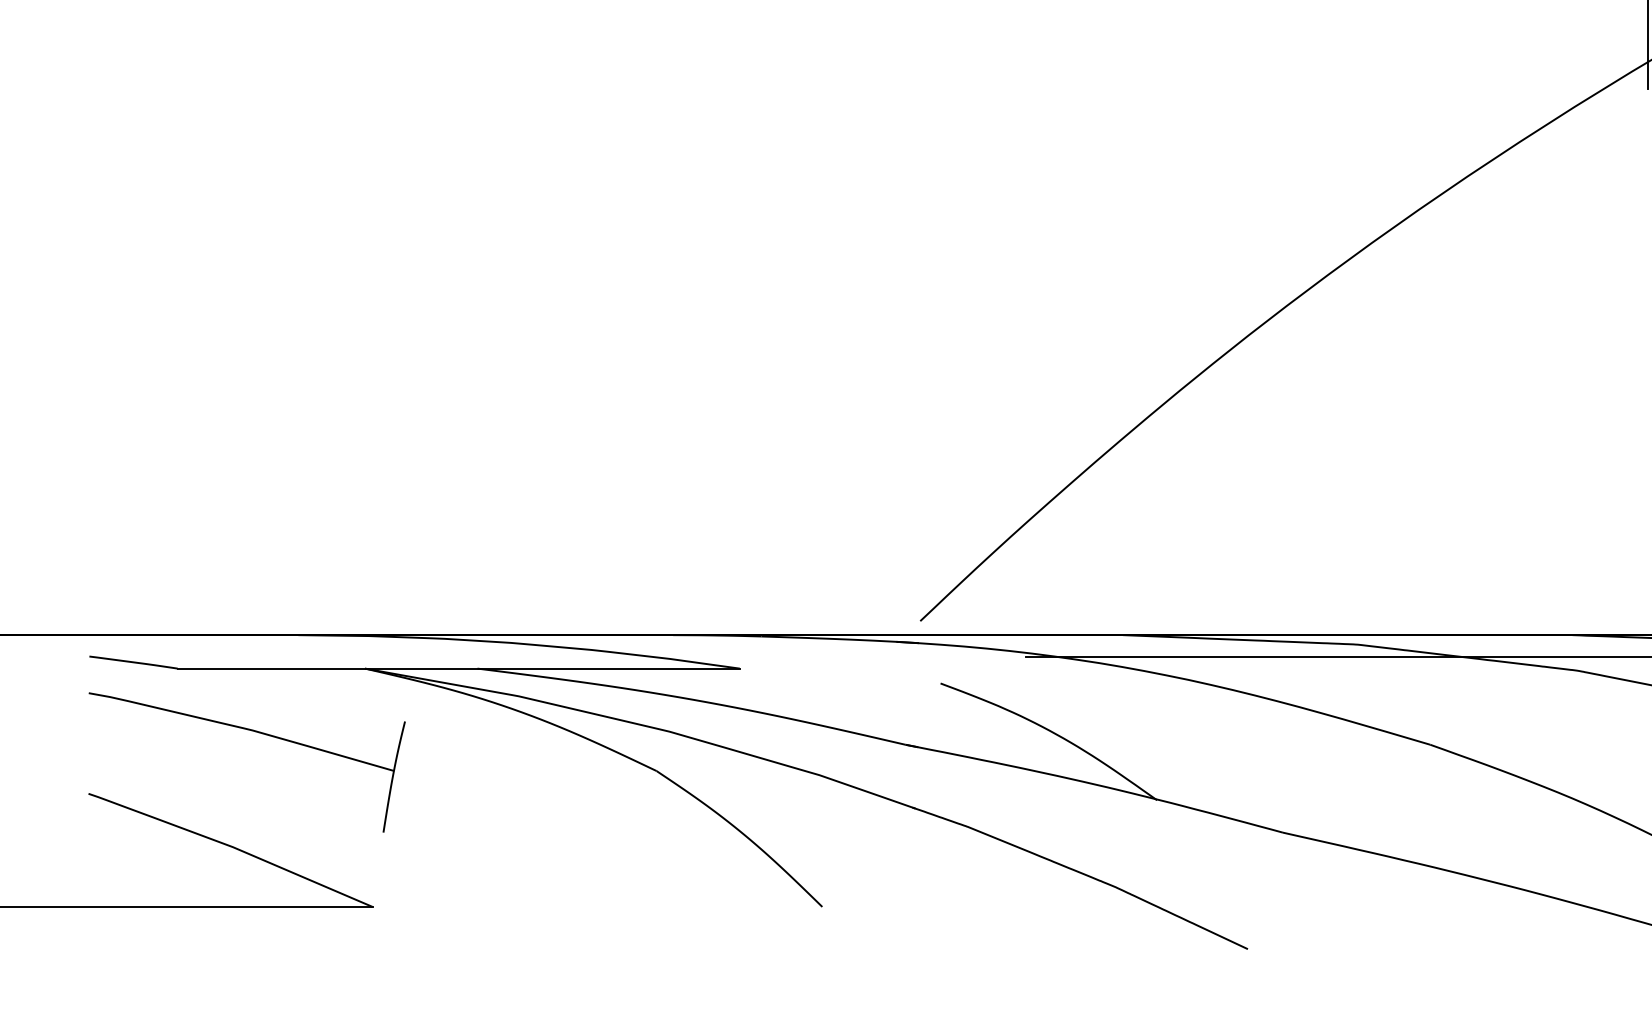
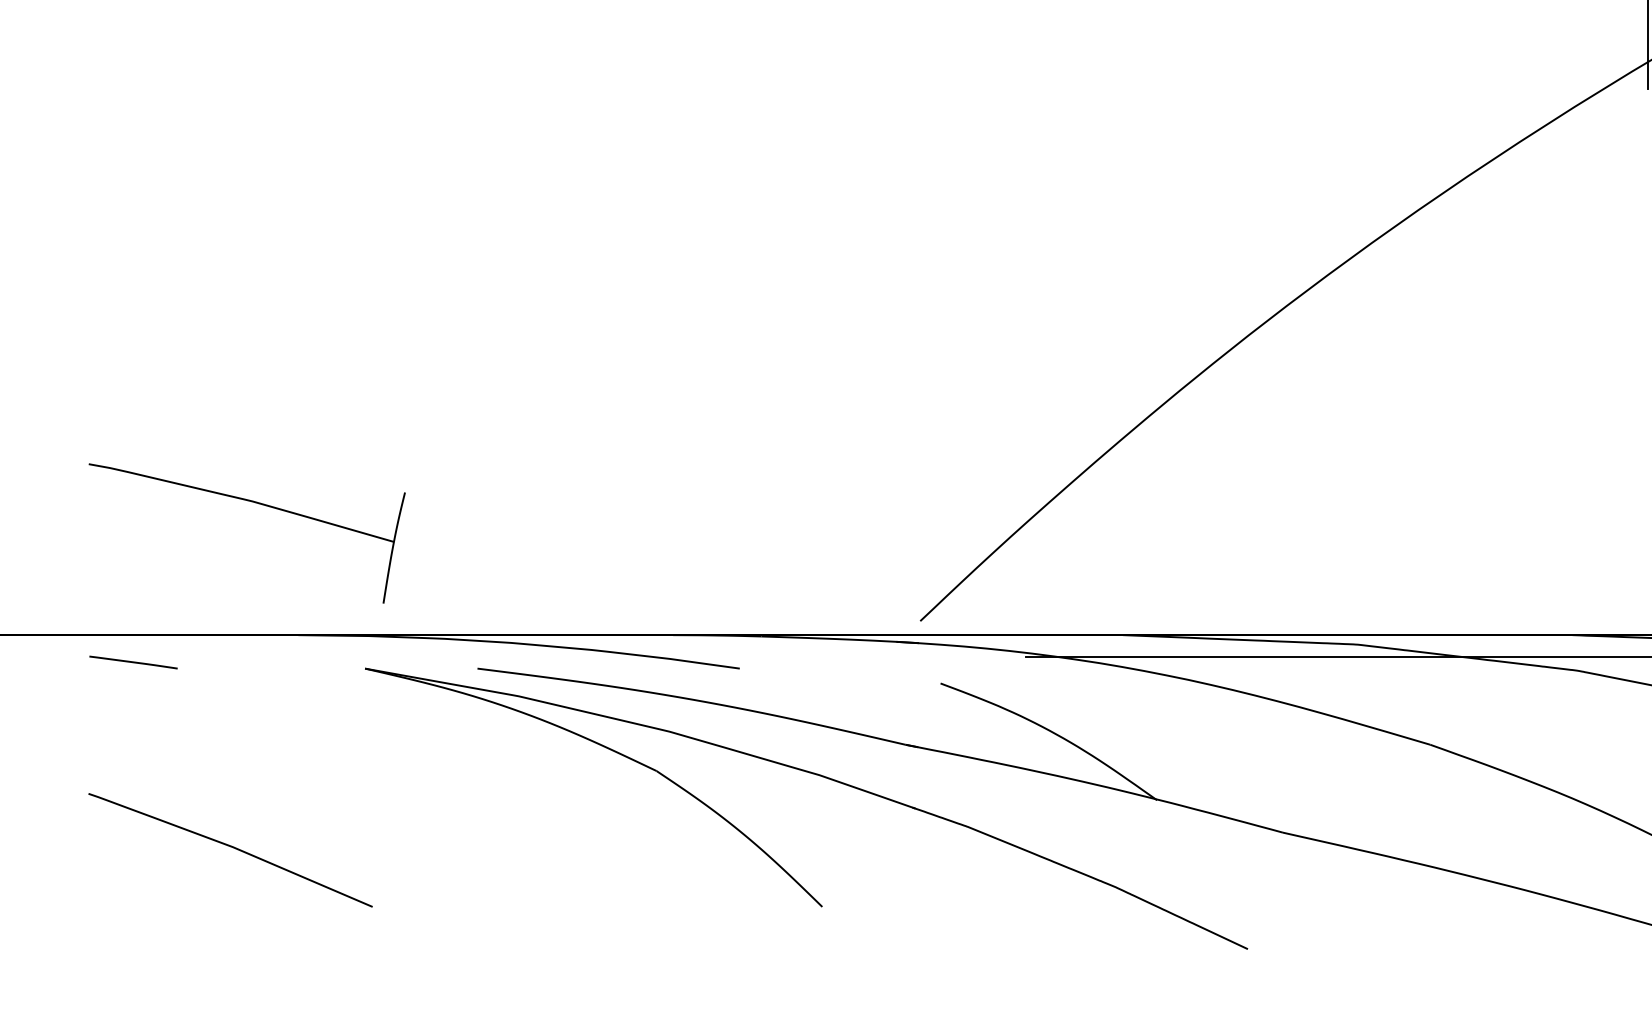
line at (458, 668): present -> none
part at (255, 732) position: (255, 732) -> (255, 503)
line at (187, 906): present -> none
